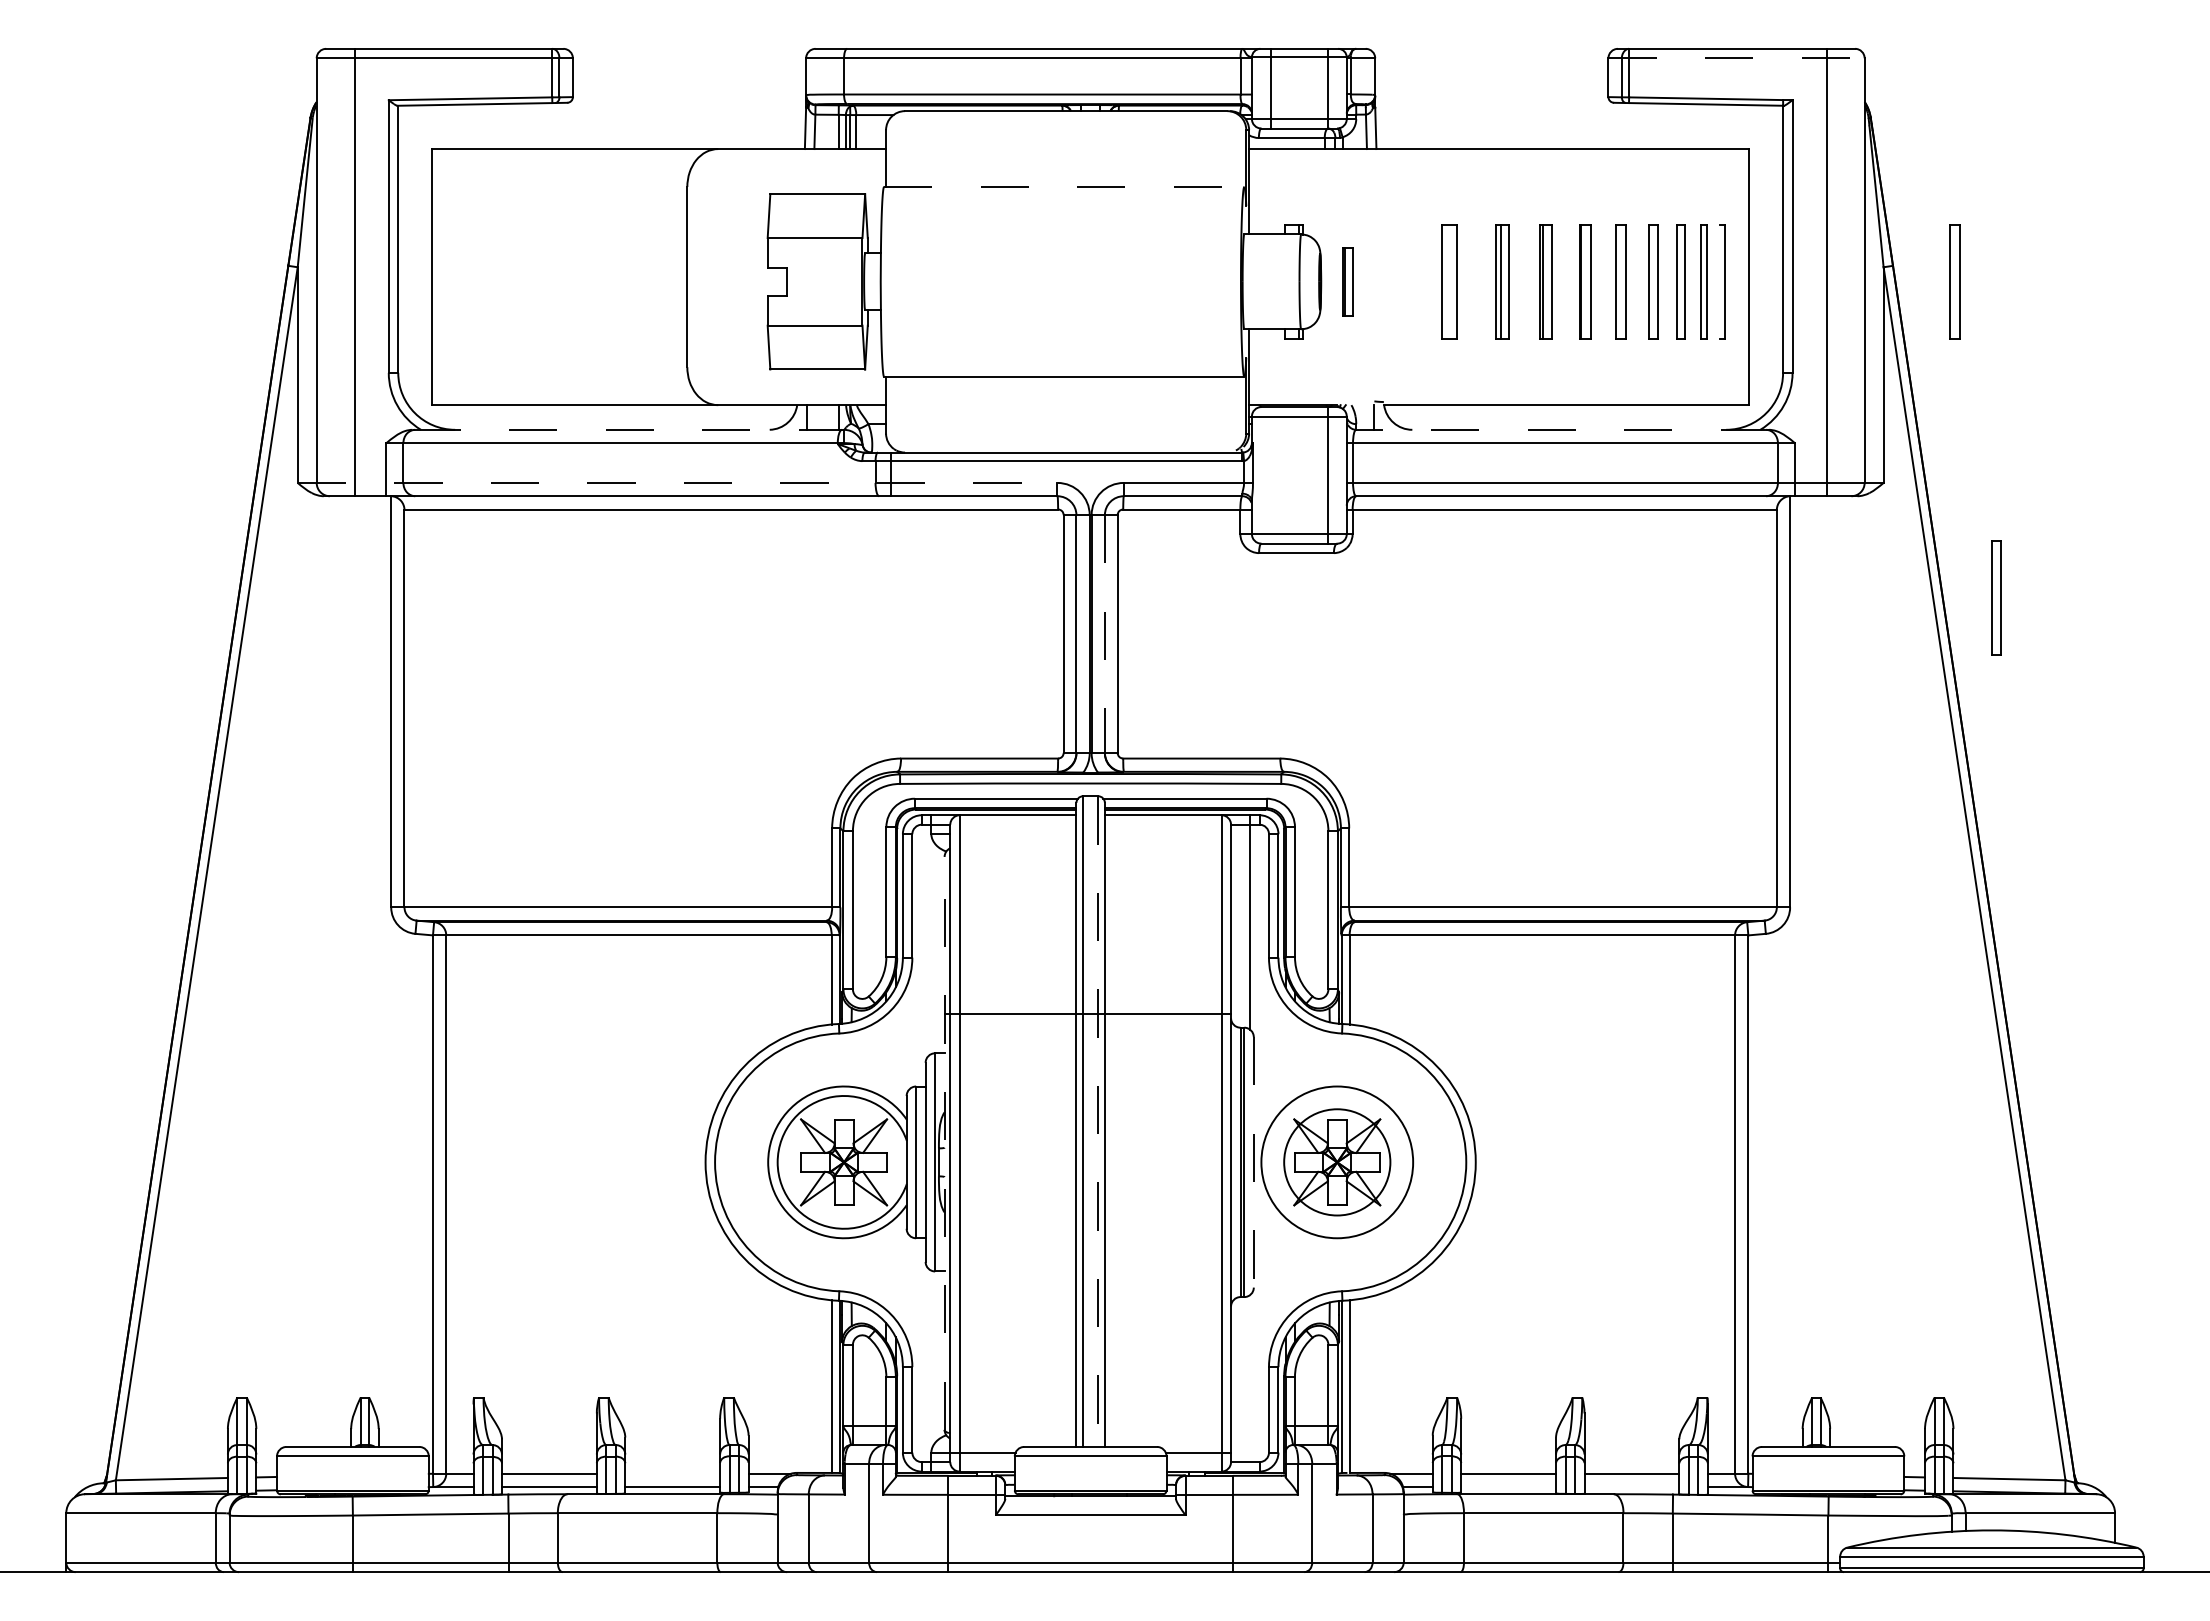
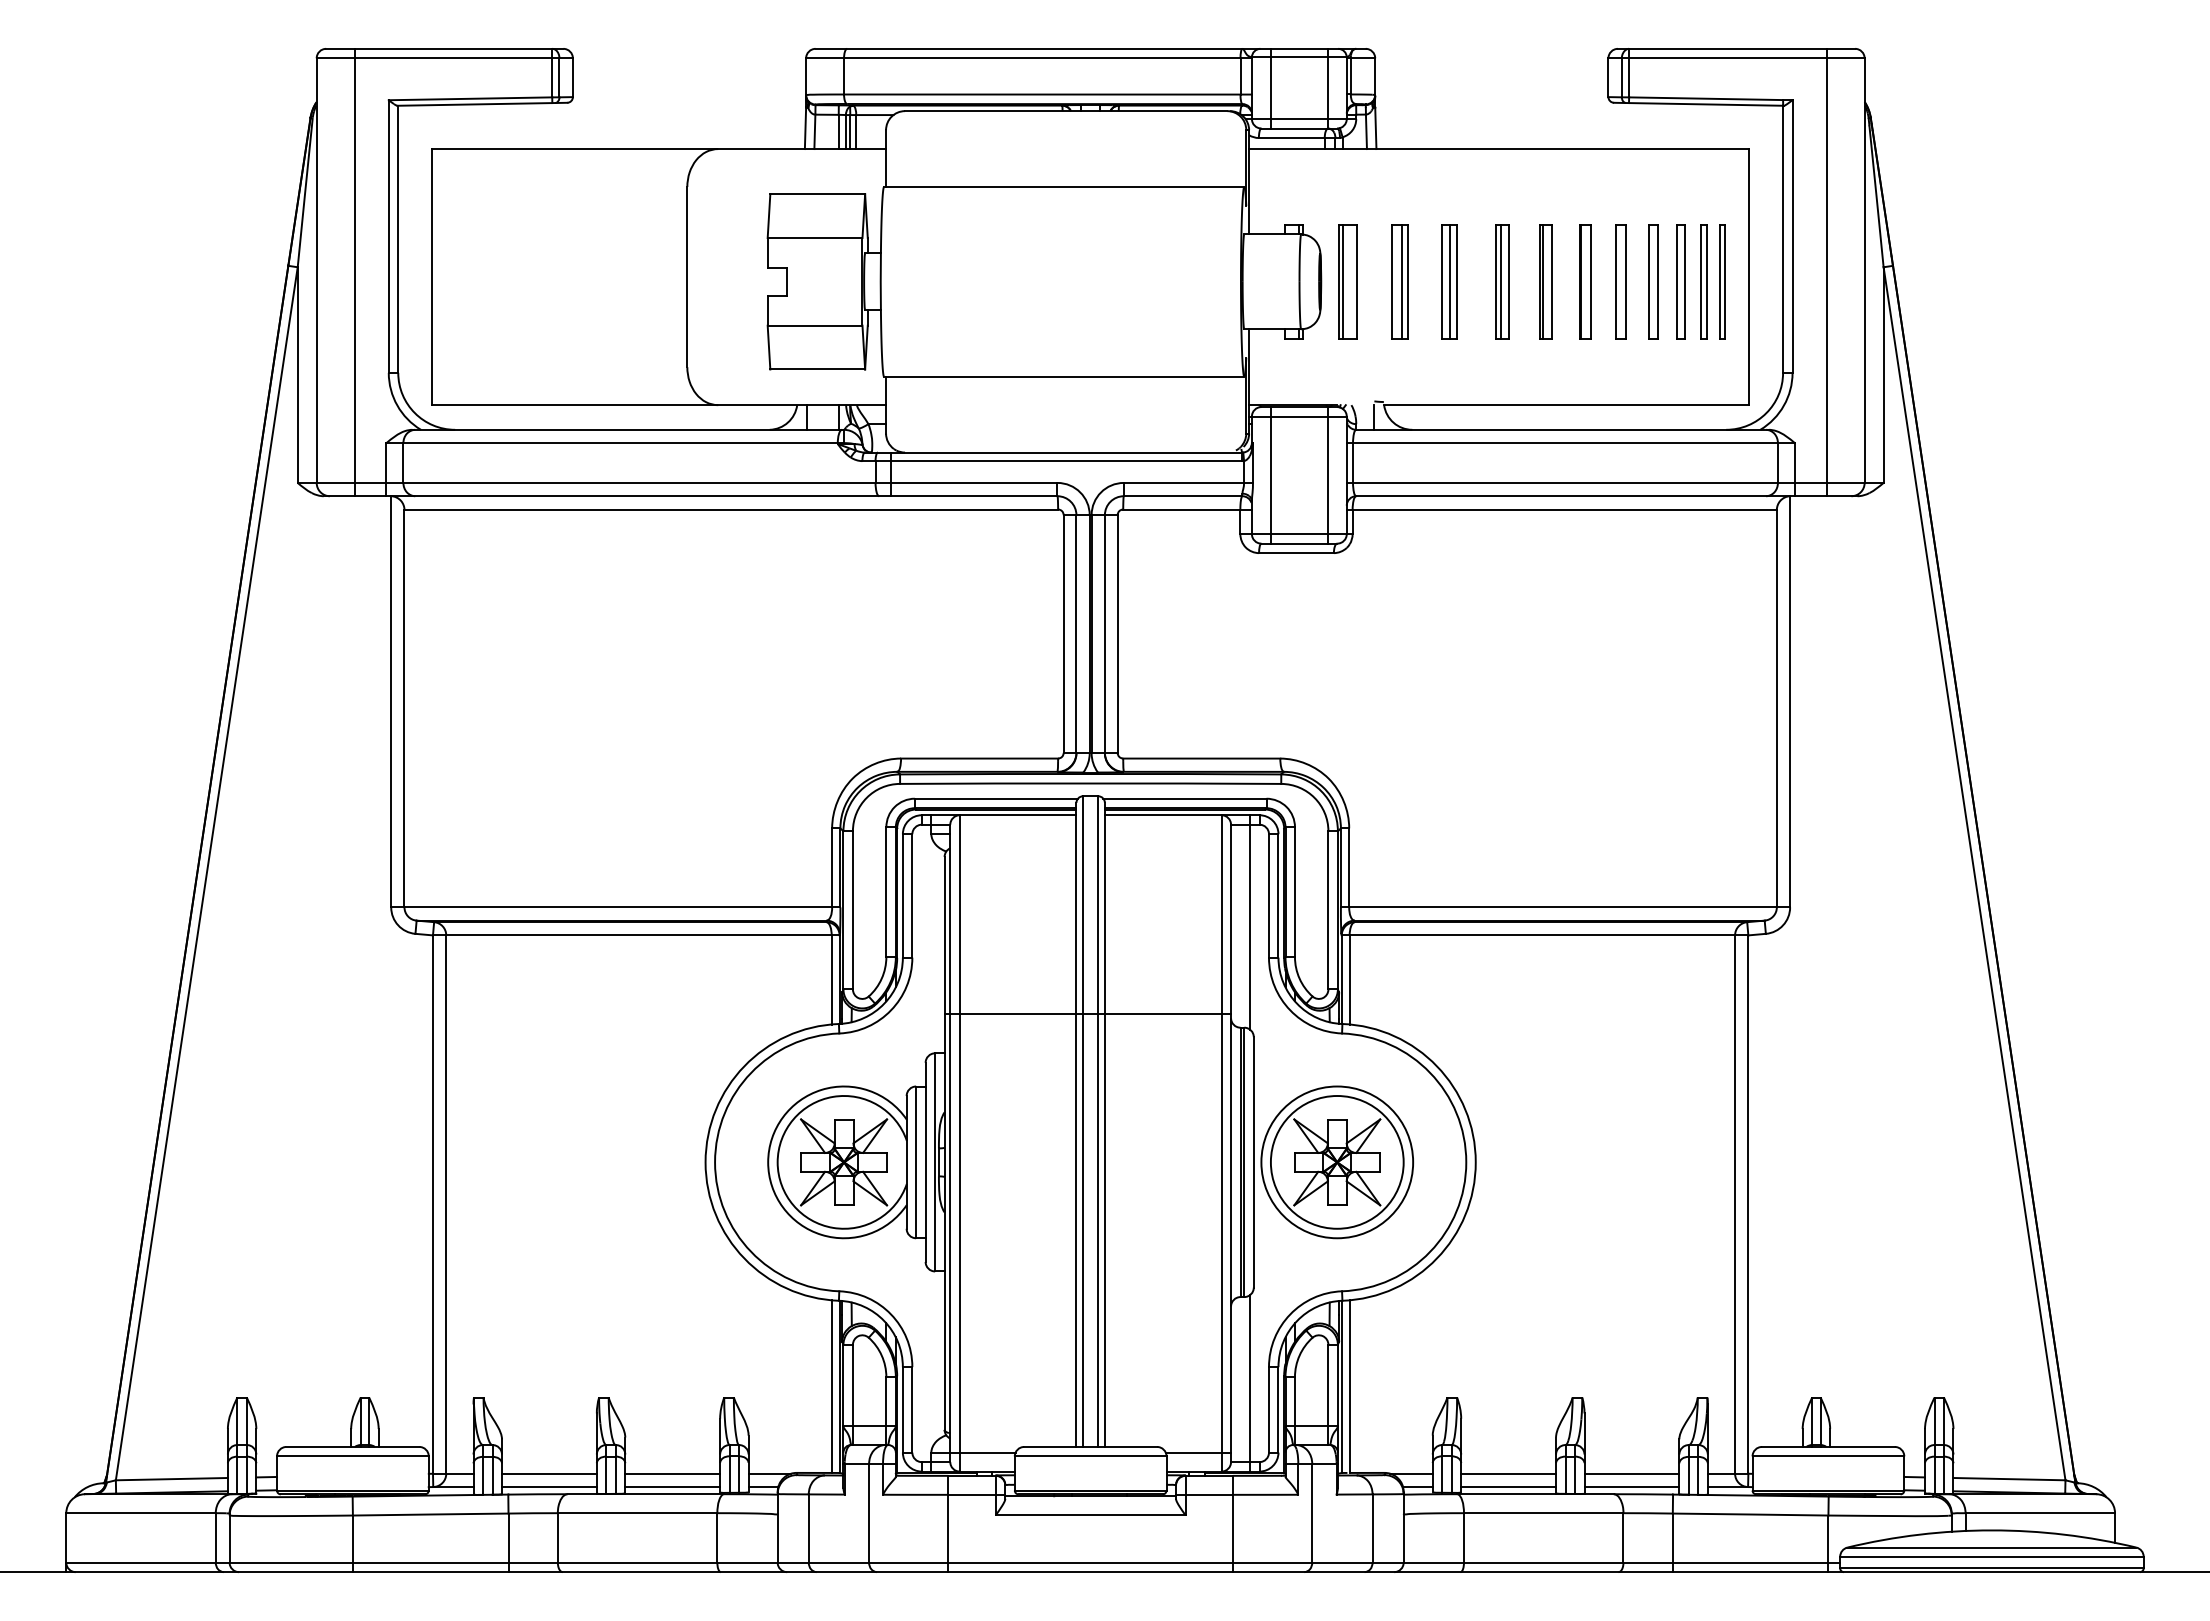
line at (1737, 58): dashed -> solid
line at (1064, 187): dashed -> solid
part at (1347, 281) size: 12x70 px -> 20x116 px
part at (1399, 281): none -> present
line at (1450, 281): none -> present
line at (1720, 281): none -> present
part at (1954, 281): present -> none
line at (628, 429): dashed -> solid
line at (1562, 429): dashed -> solid
line at (1270, 475): none -> present
line at (677, 482): dashed -> solid
part at (1996, 597): present -> none
line at (1104, 634): dashed -> solid
line at (1098, 1122): dashed -> solid
line at (944, 1142): dashed -> solid
line at (1253, 1162): dashed -> solid
circle at (1337, 1162) diameter: 106 px -> 133 px
line at (1250, 1383): none -> present
line at (672, 1473): none -> present
line at (1508, 1487): none -> present
line at (1631, 1487): none -> present
